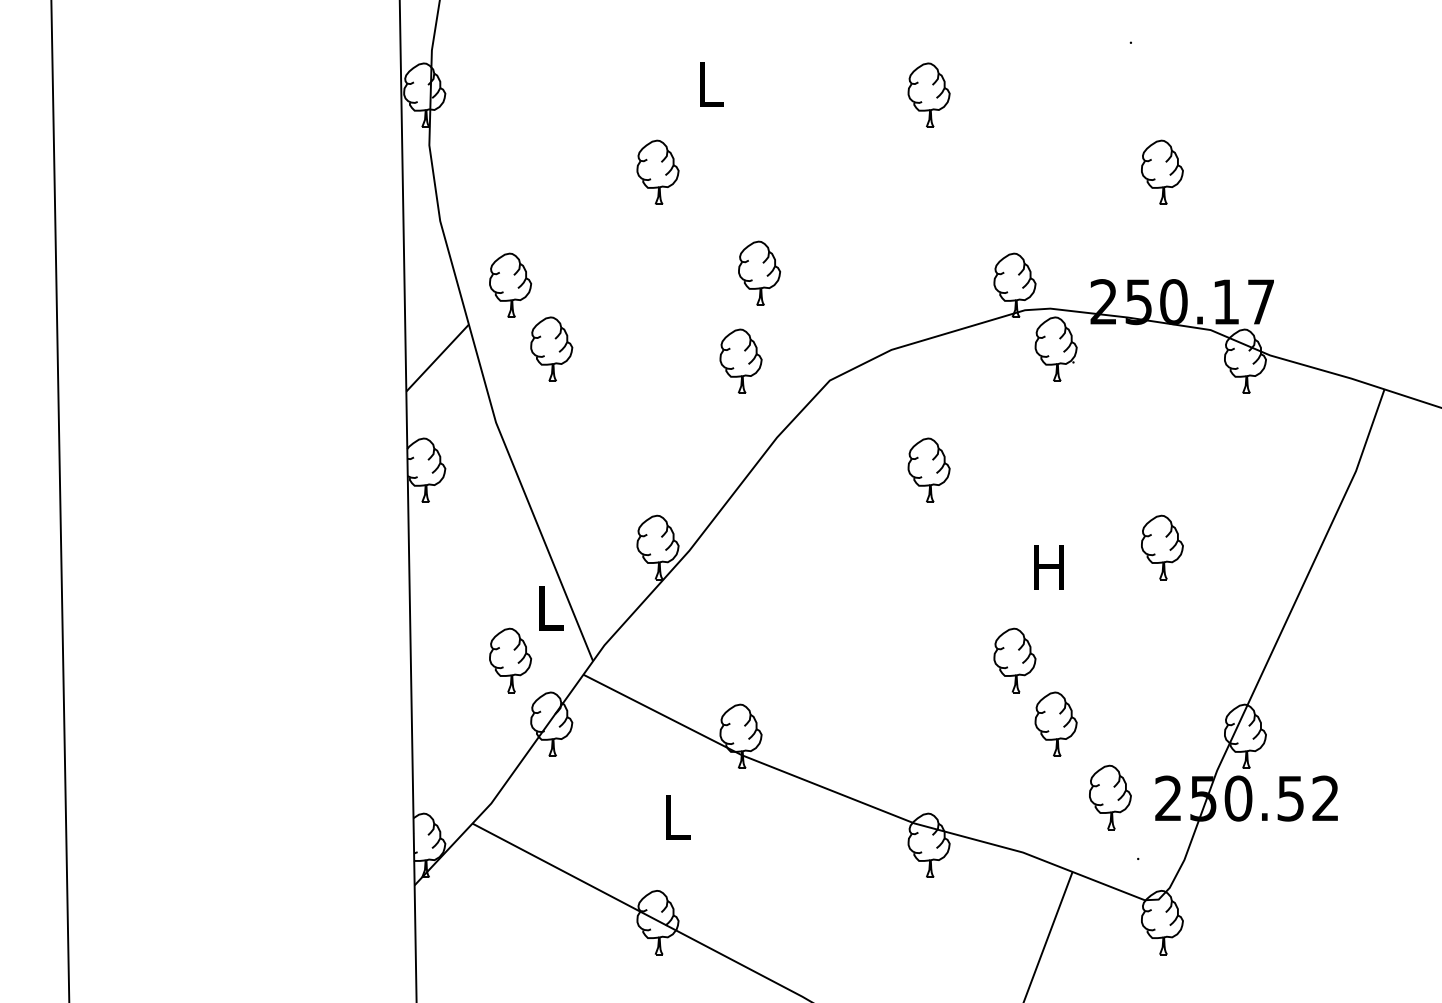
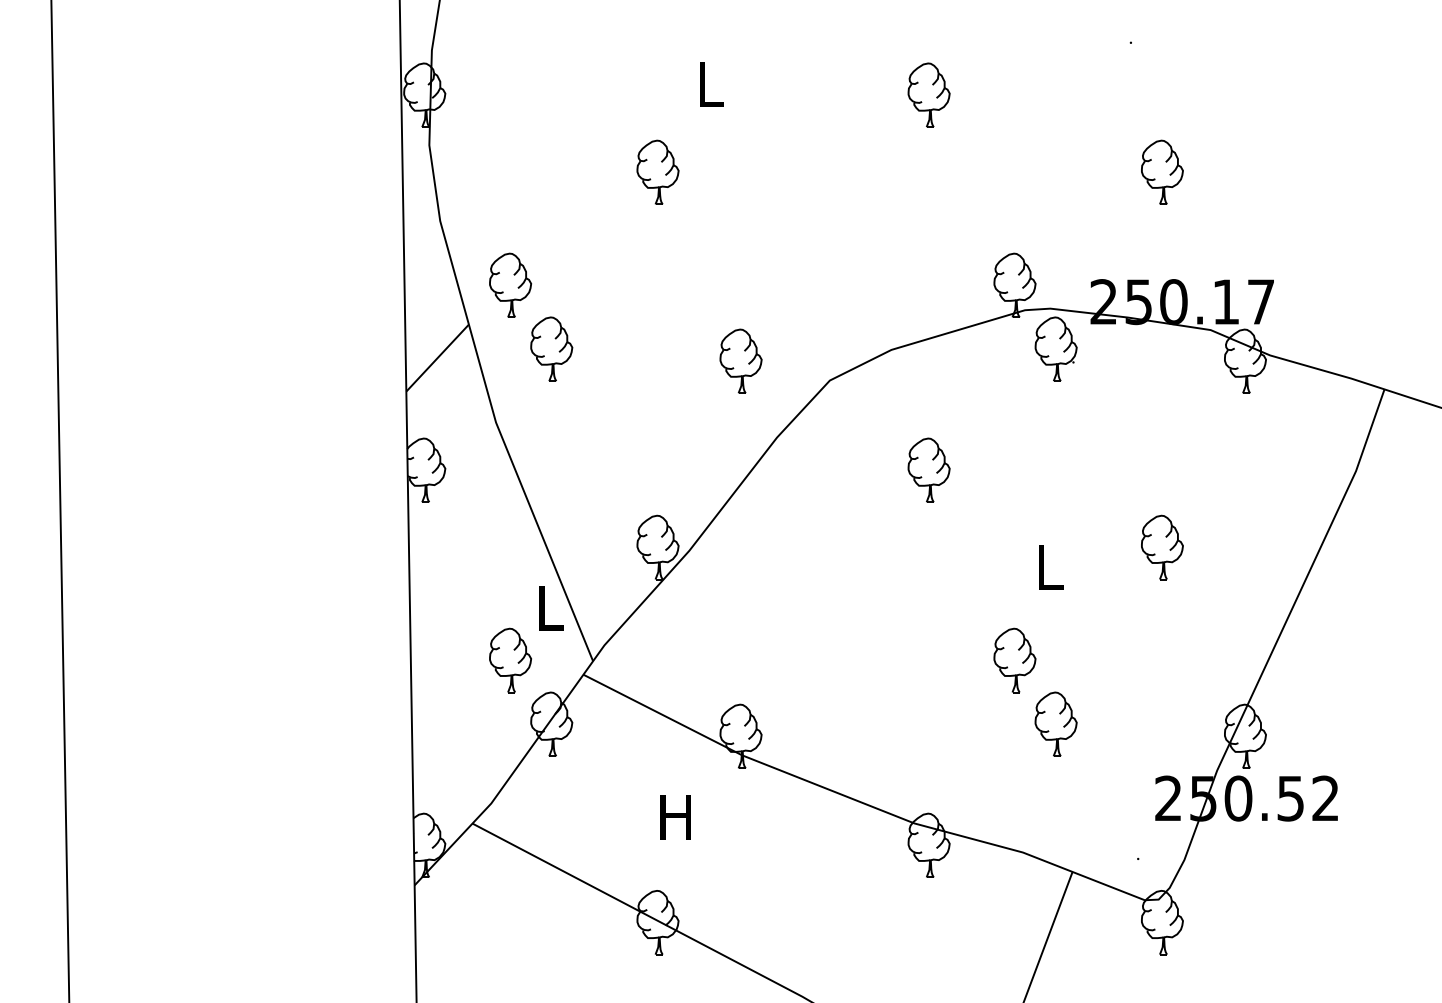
part at (759, 272): present -> none
text at (1048, 567): H -> L
part at (1110, 797): present -> none
text at (675, 817): L -> H
